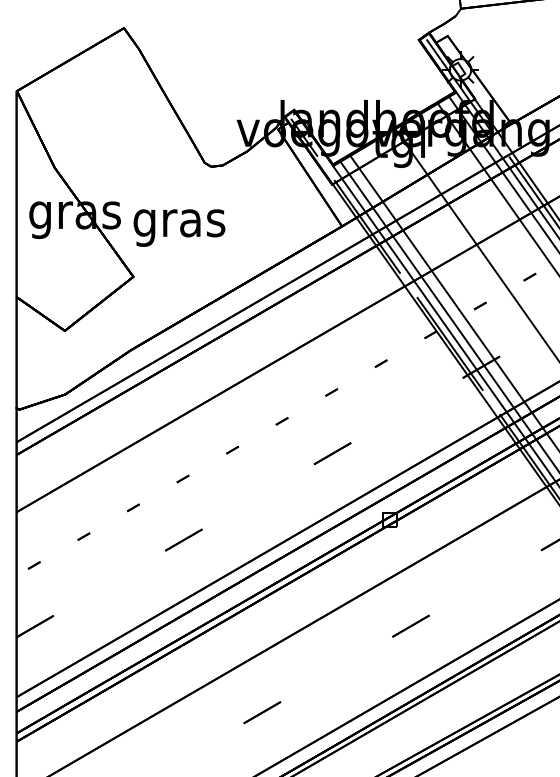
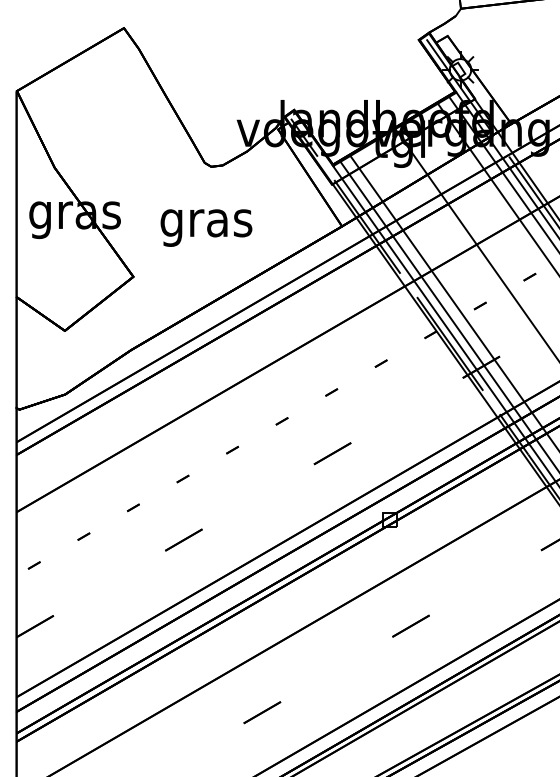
text at (179, 227) position: (179, 227) -> (206, 227)
